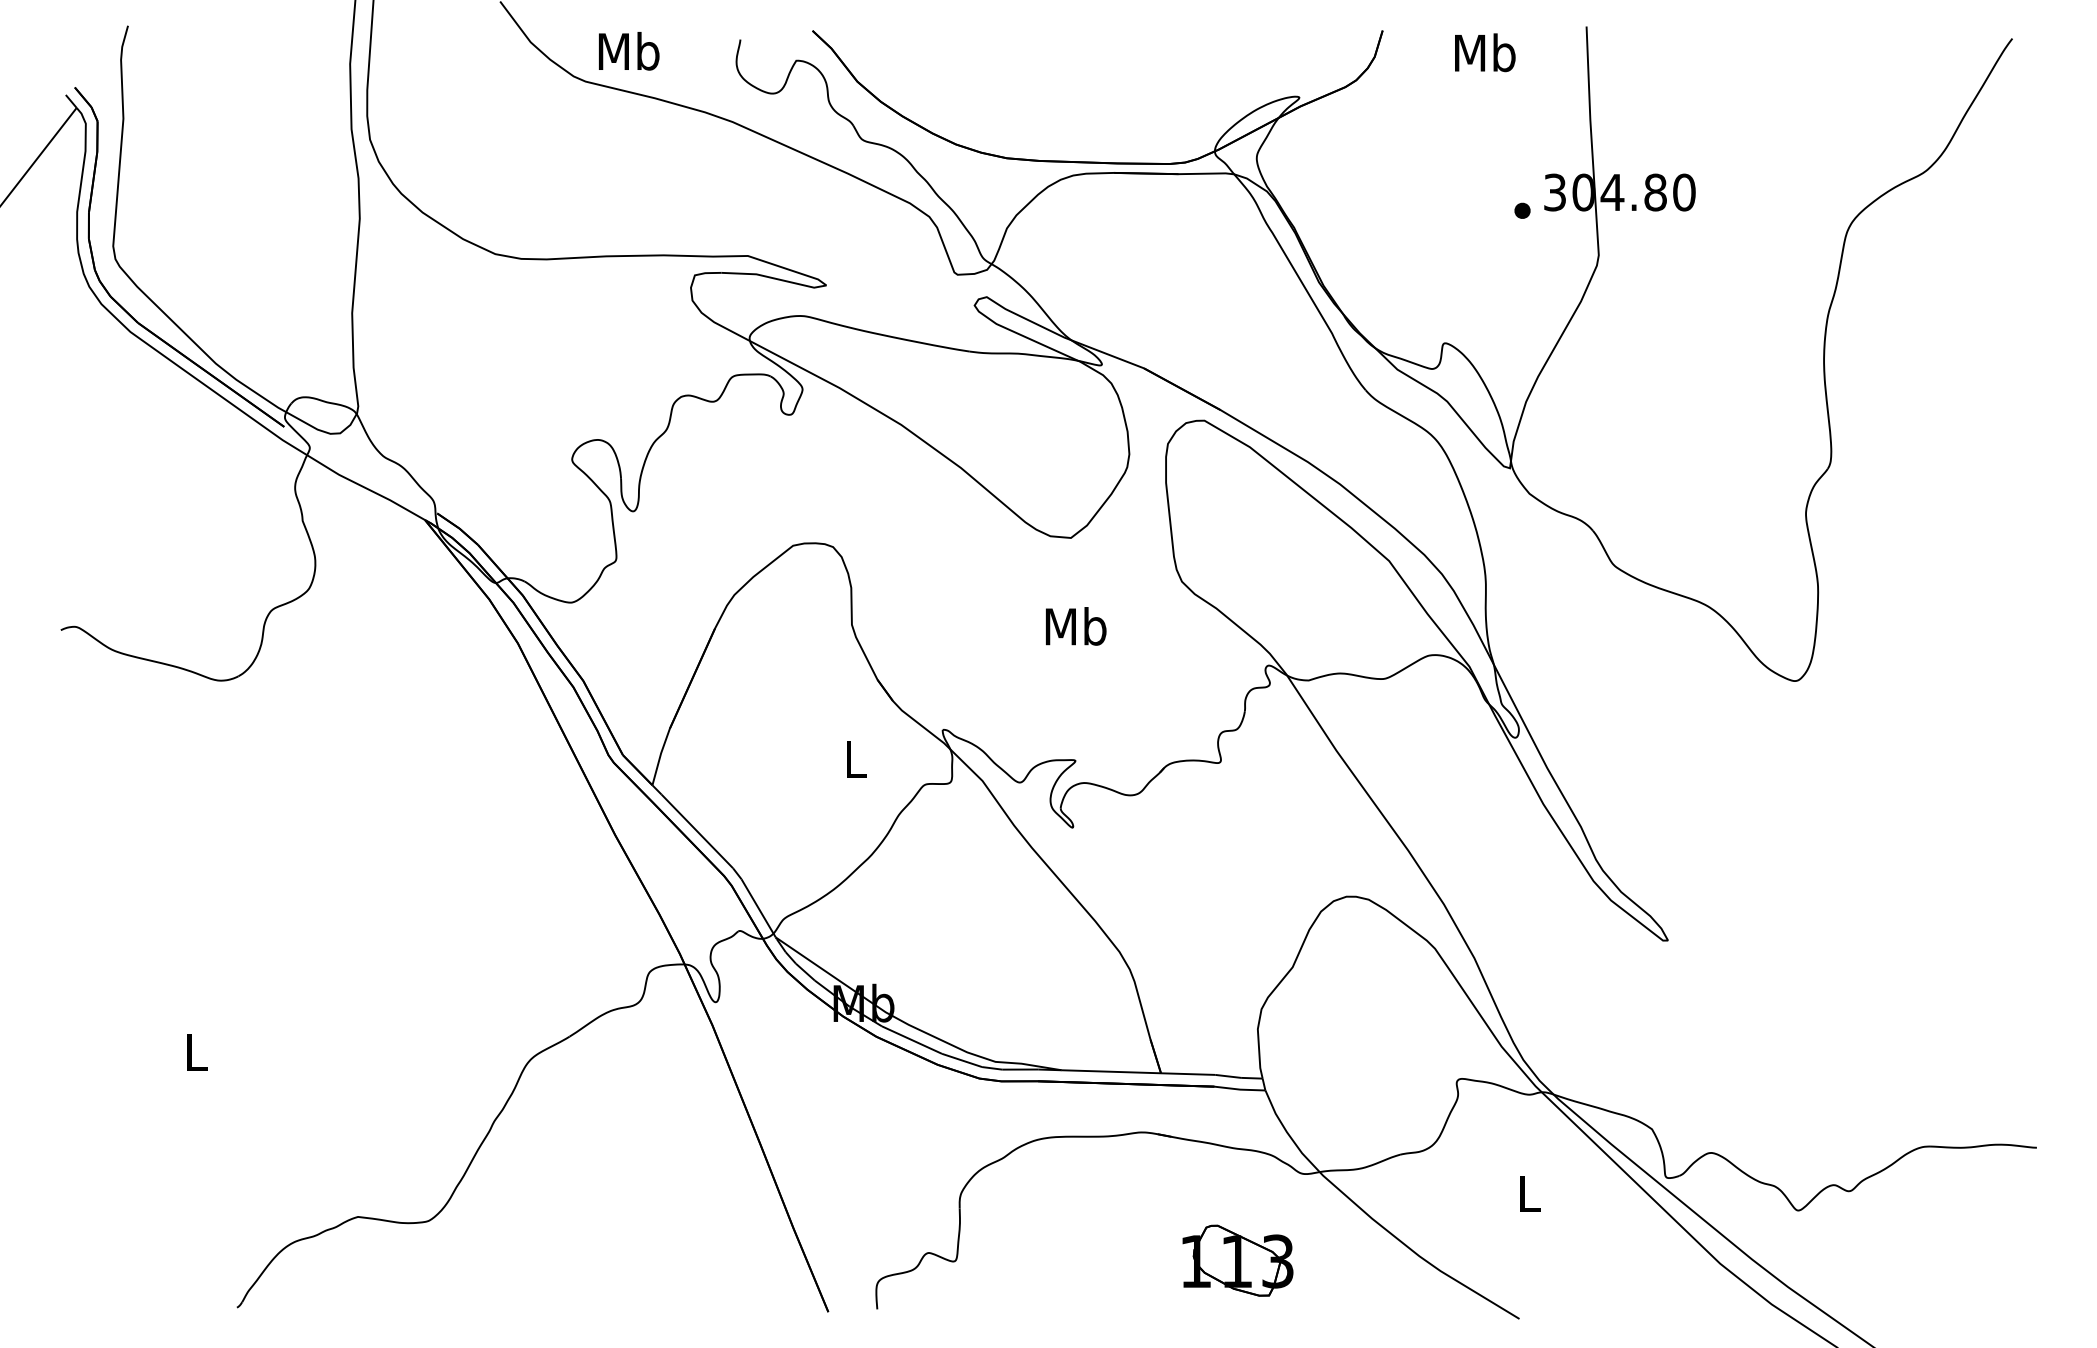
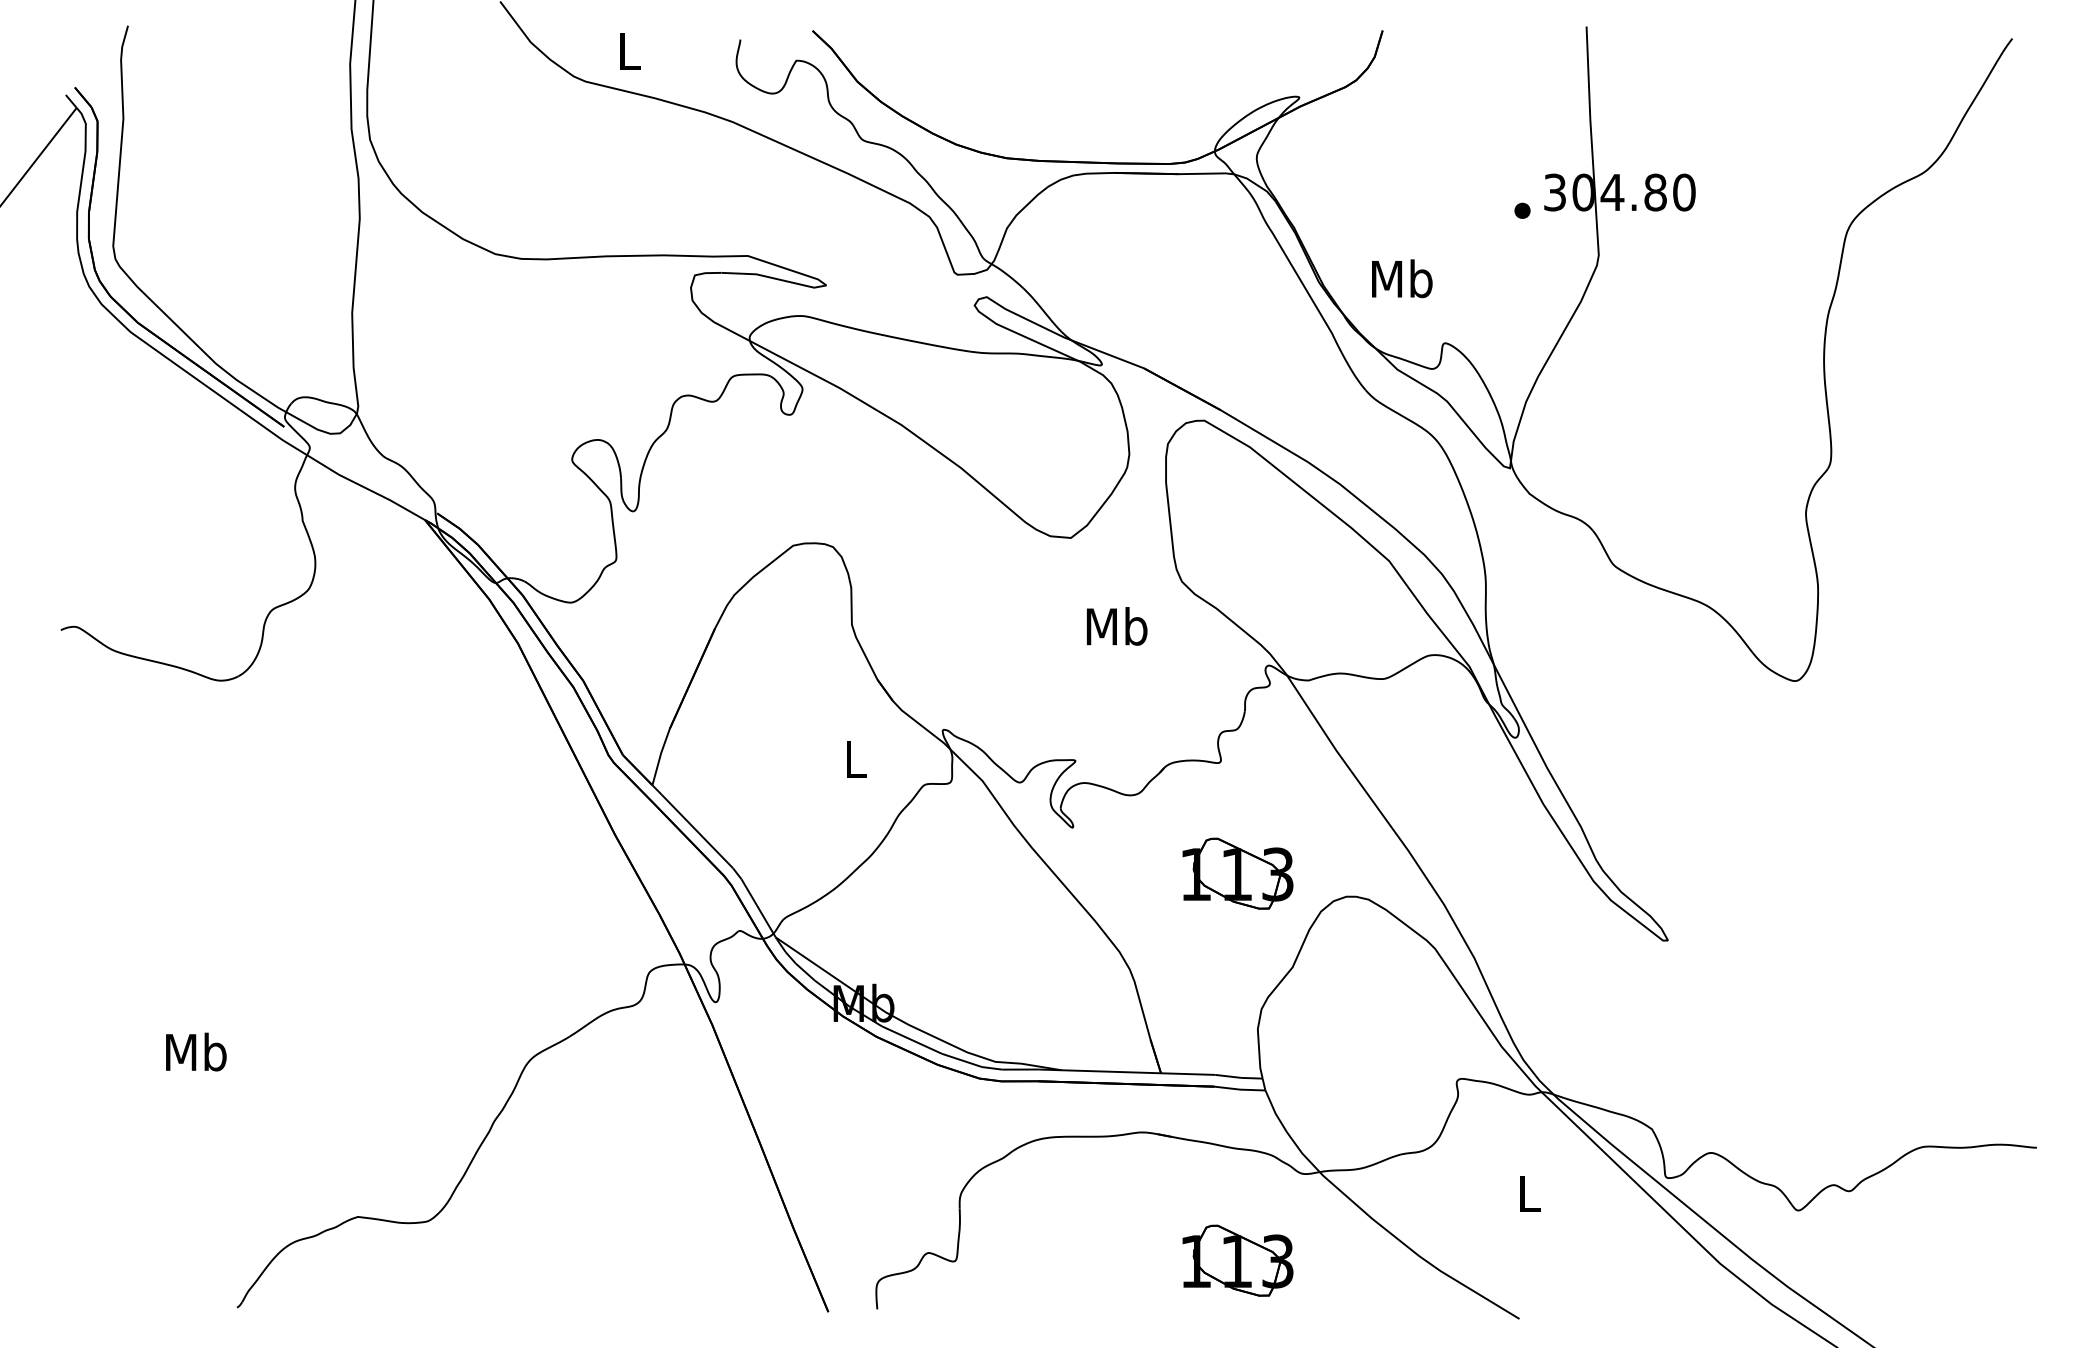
text at (628, 50): Mb -> L
text at (1485, 52) position: (1485, 52) -> (1402, 278)
text at (1076, 626) position: (1076, 626) -> (1117, 626)
part at (1237, 873): none -> present
text at (196, 1051): L -> Mb
